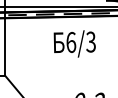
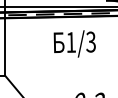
text at (71, 41): 6/3 -> 1/3
